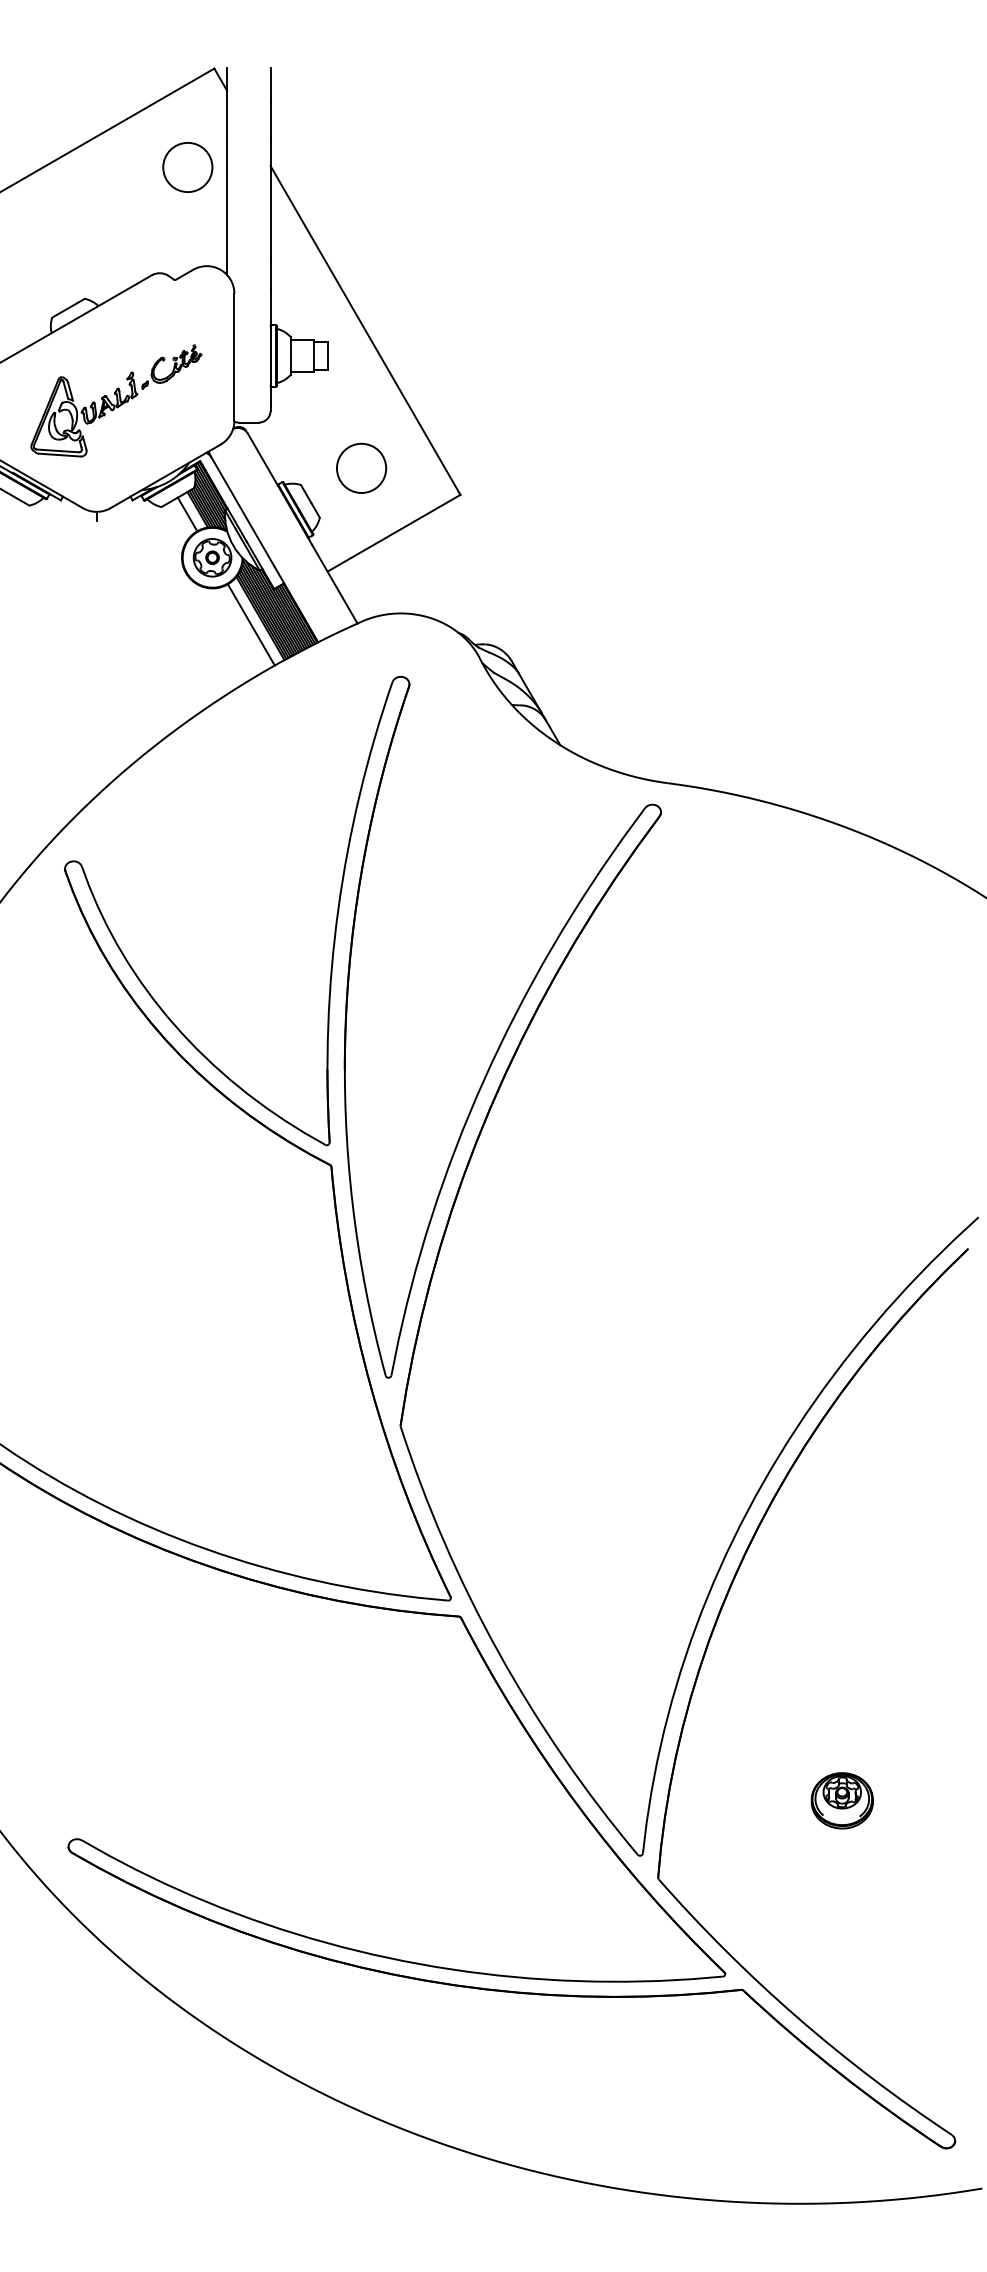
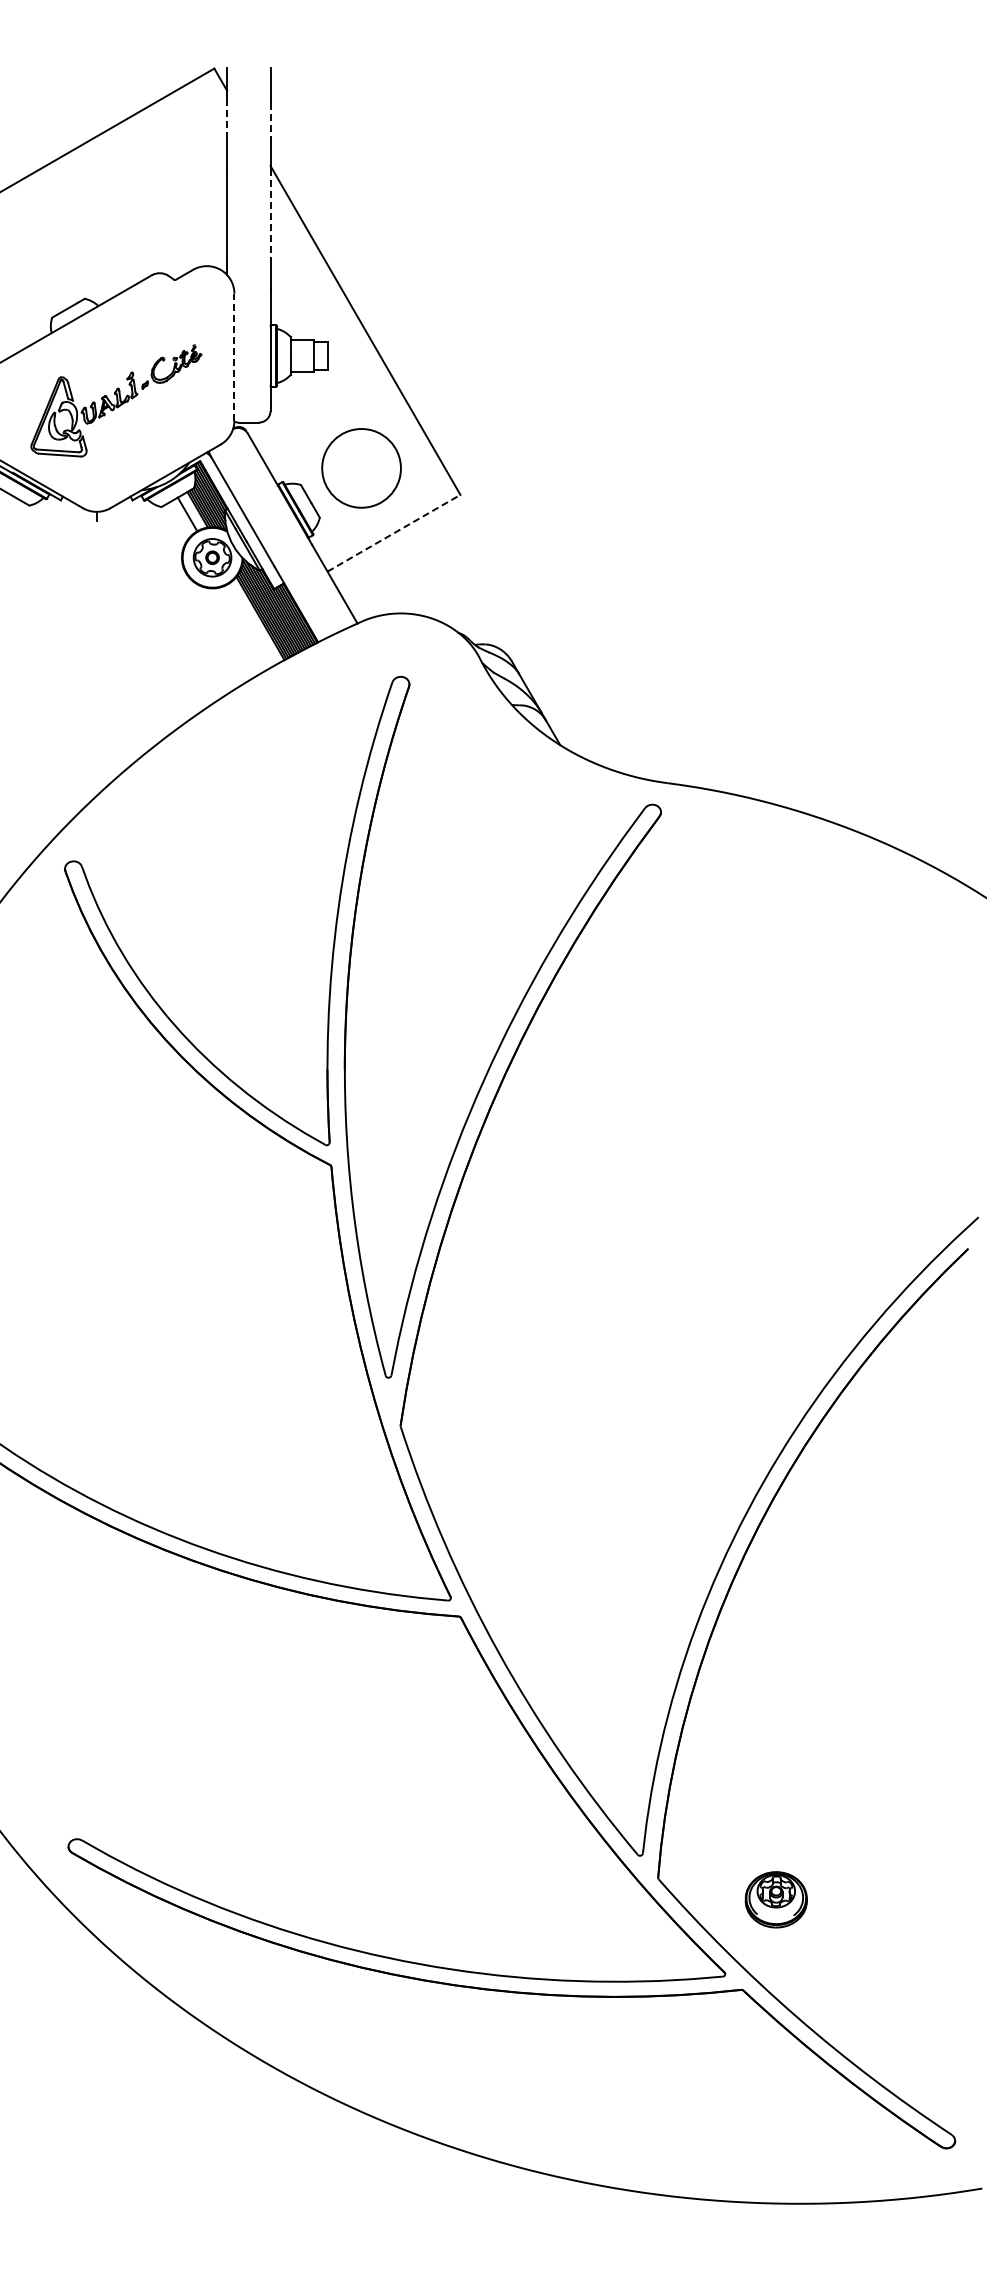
line at (227, 121): solid -> dashed
line at (270, 121): solid -> dashed
circle at (187, 167): present -> none
line at (270, 214): solid -> dashed
line at (234, 357): solid -> dashed
circle at (361, 468) diameter: 49 px -> 79 px
line at (394, 533): solid -> dashed
line at (250, 624): present -> none
part at (841, 1800) position: (841, 1800) -> (775, 1899)
